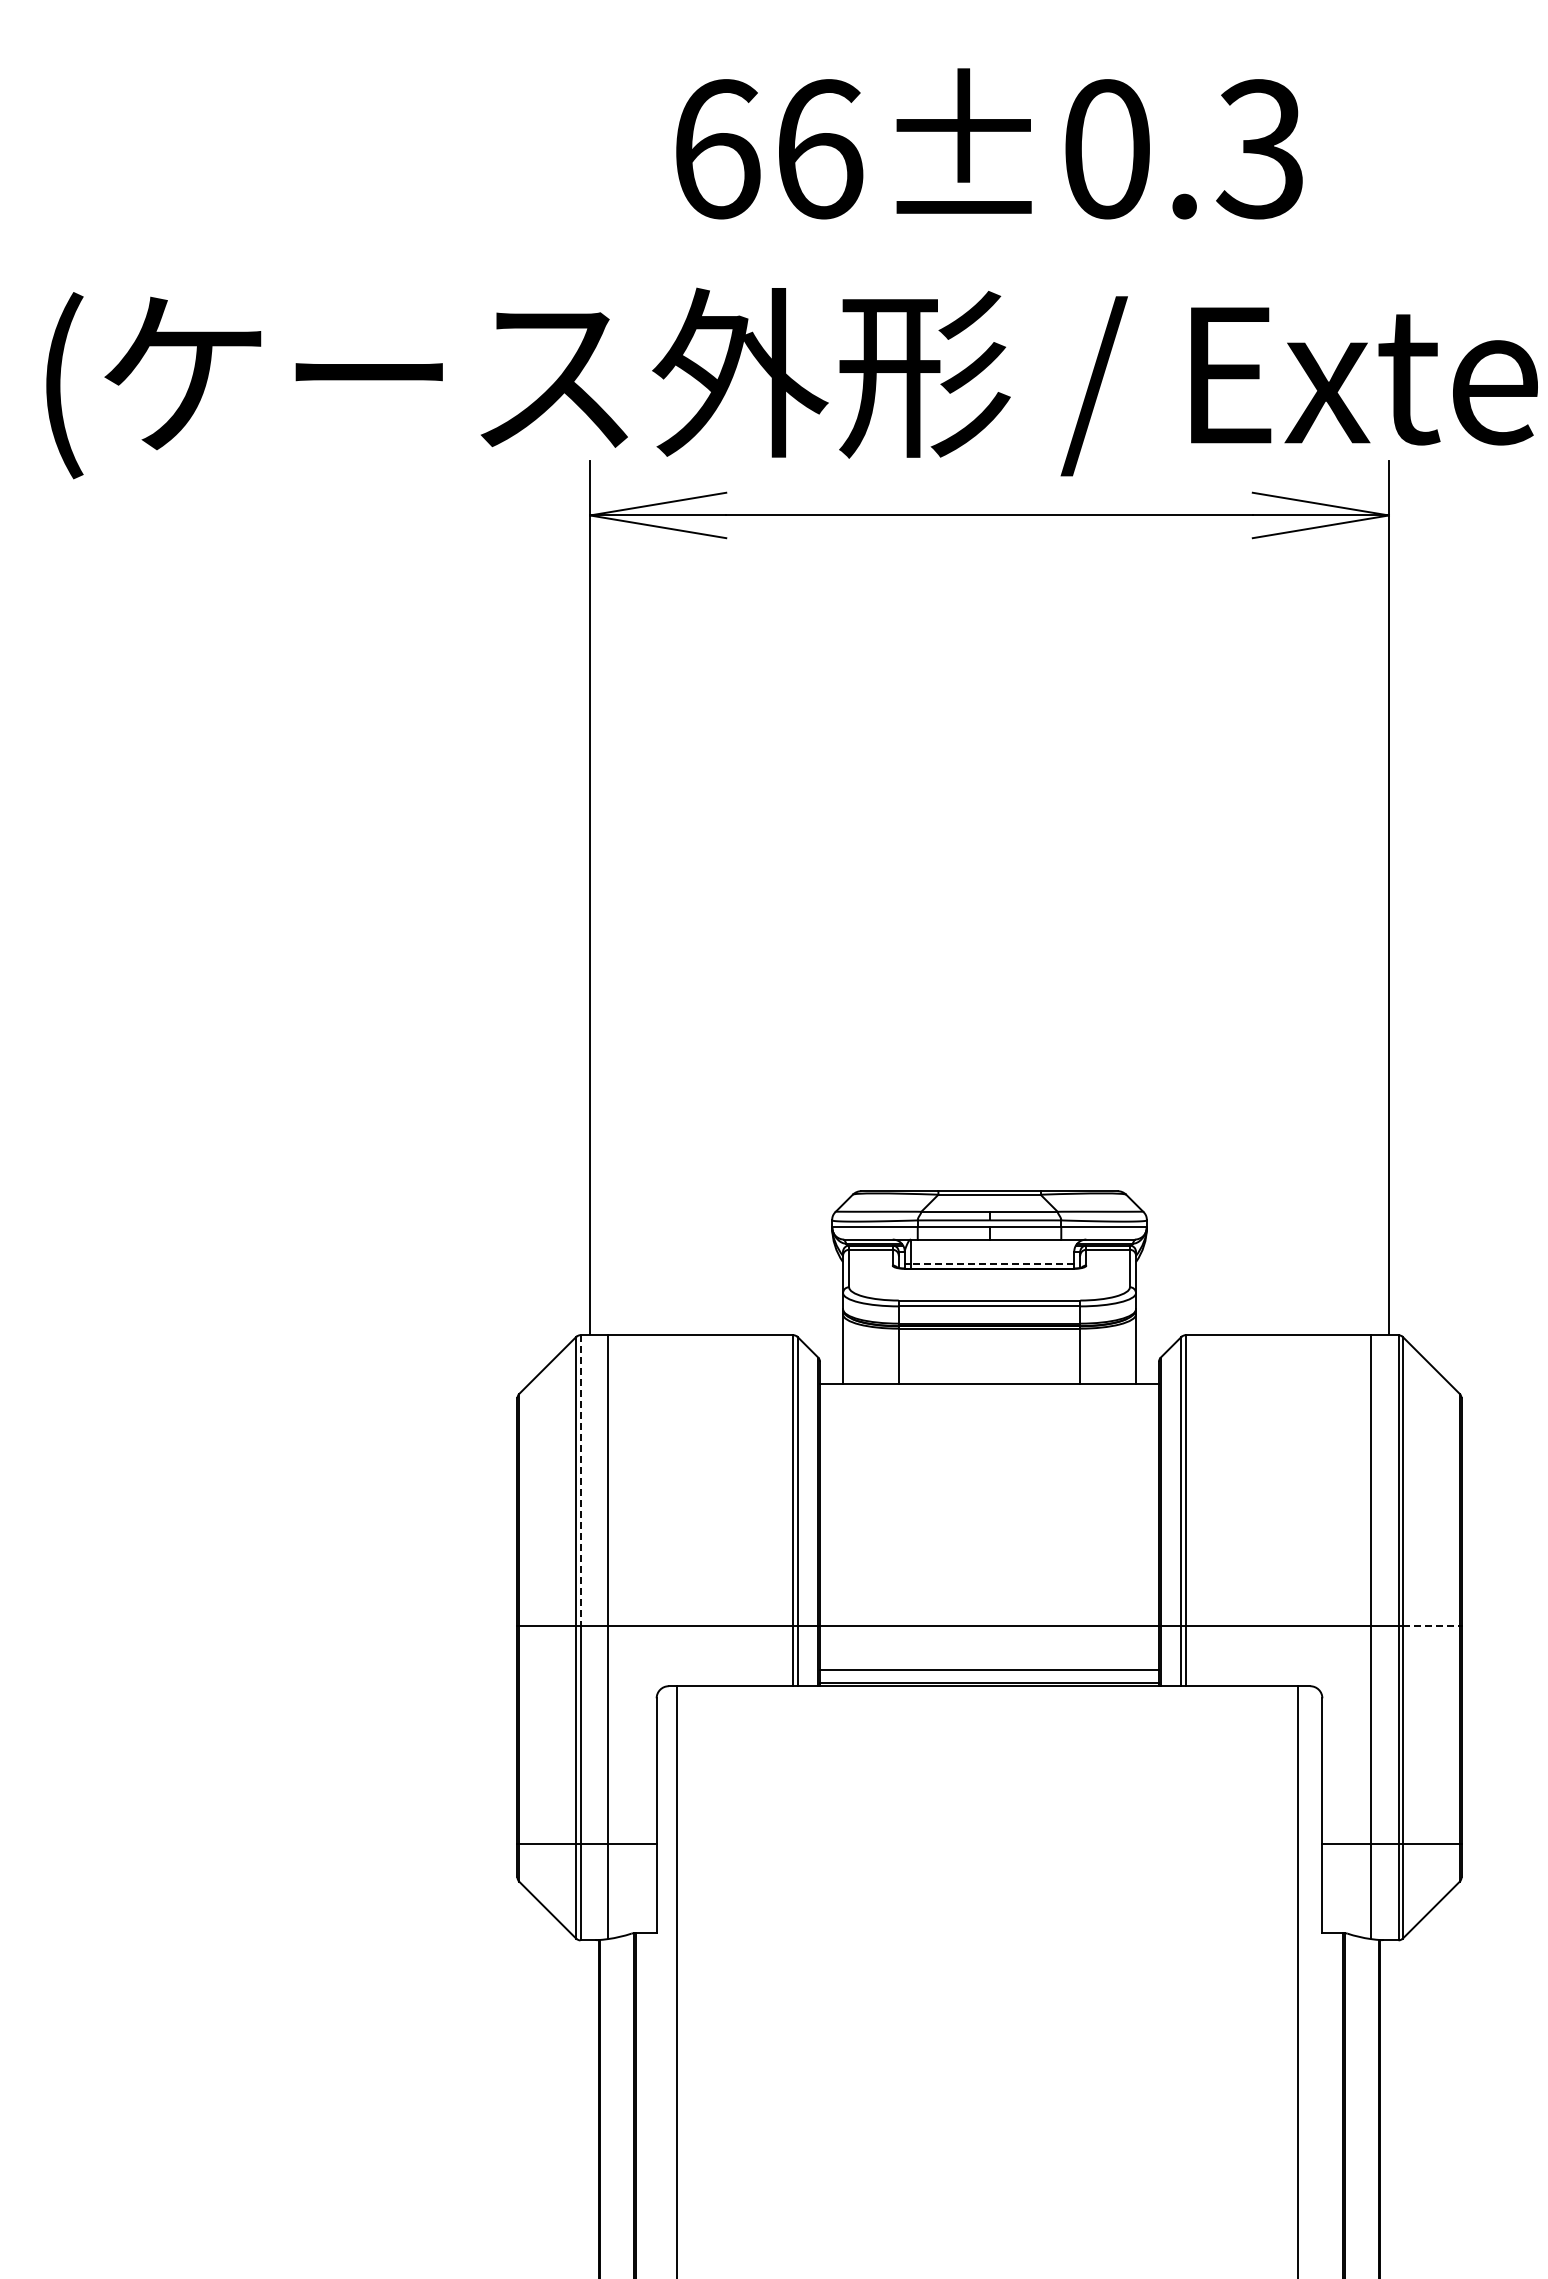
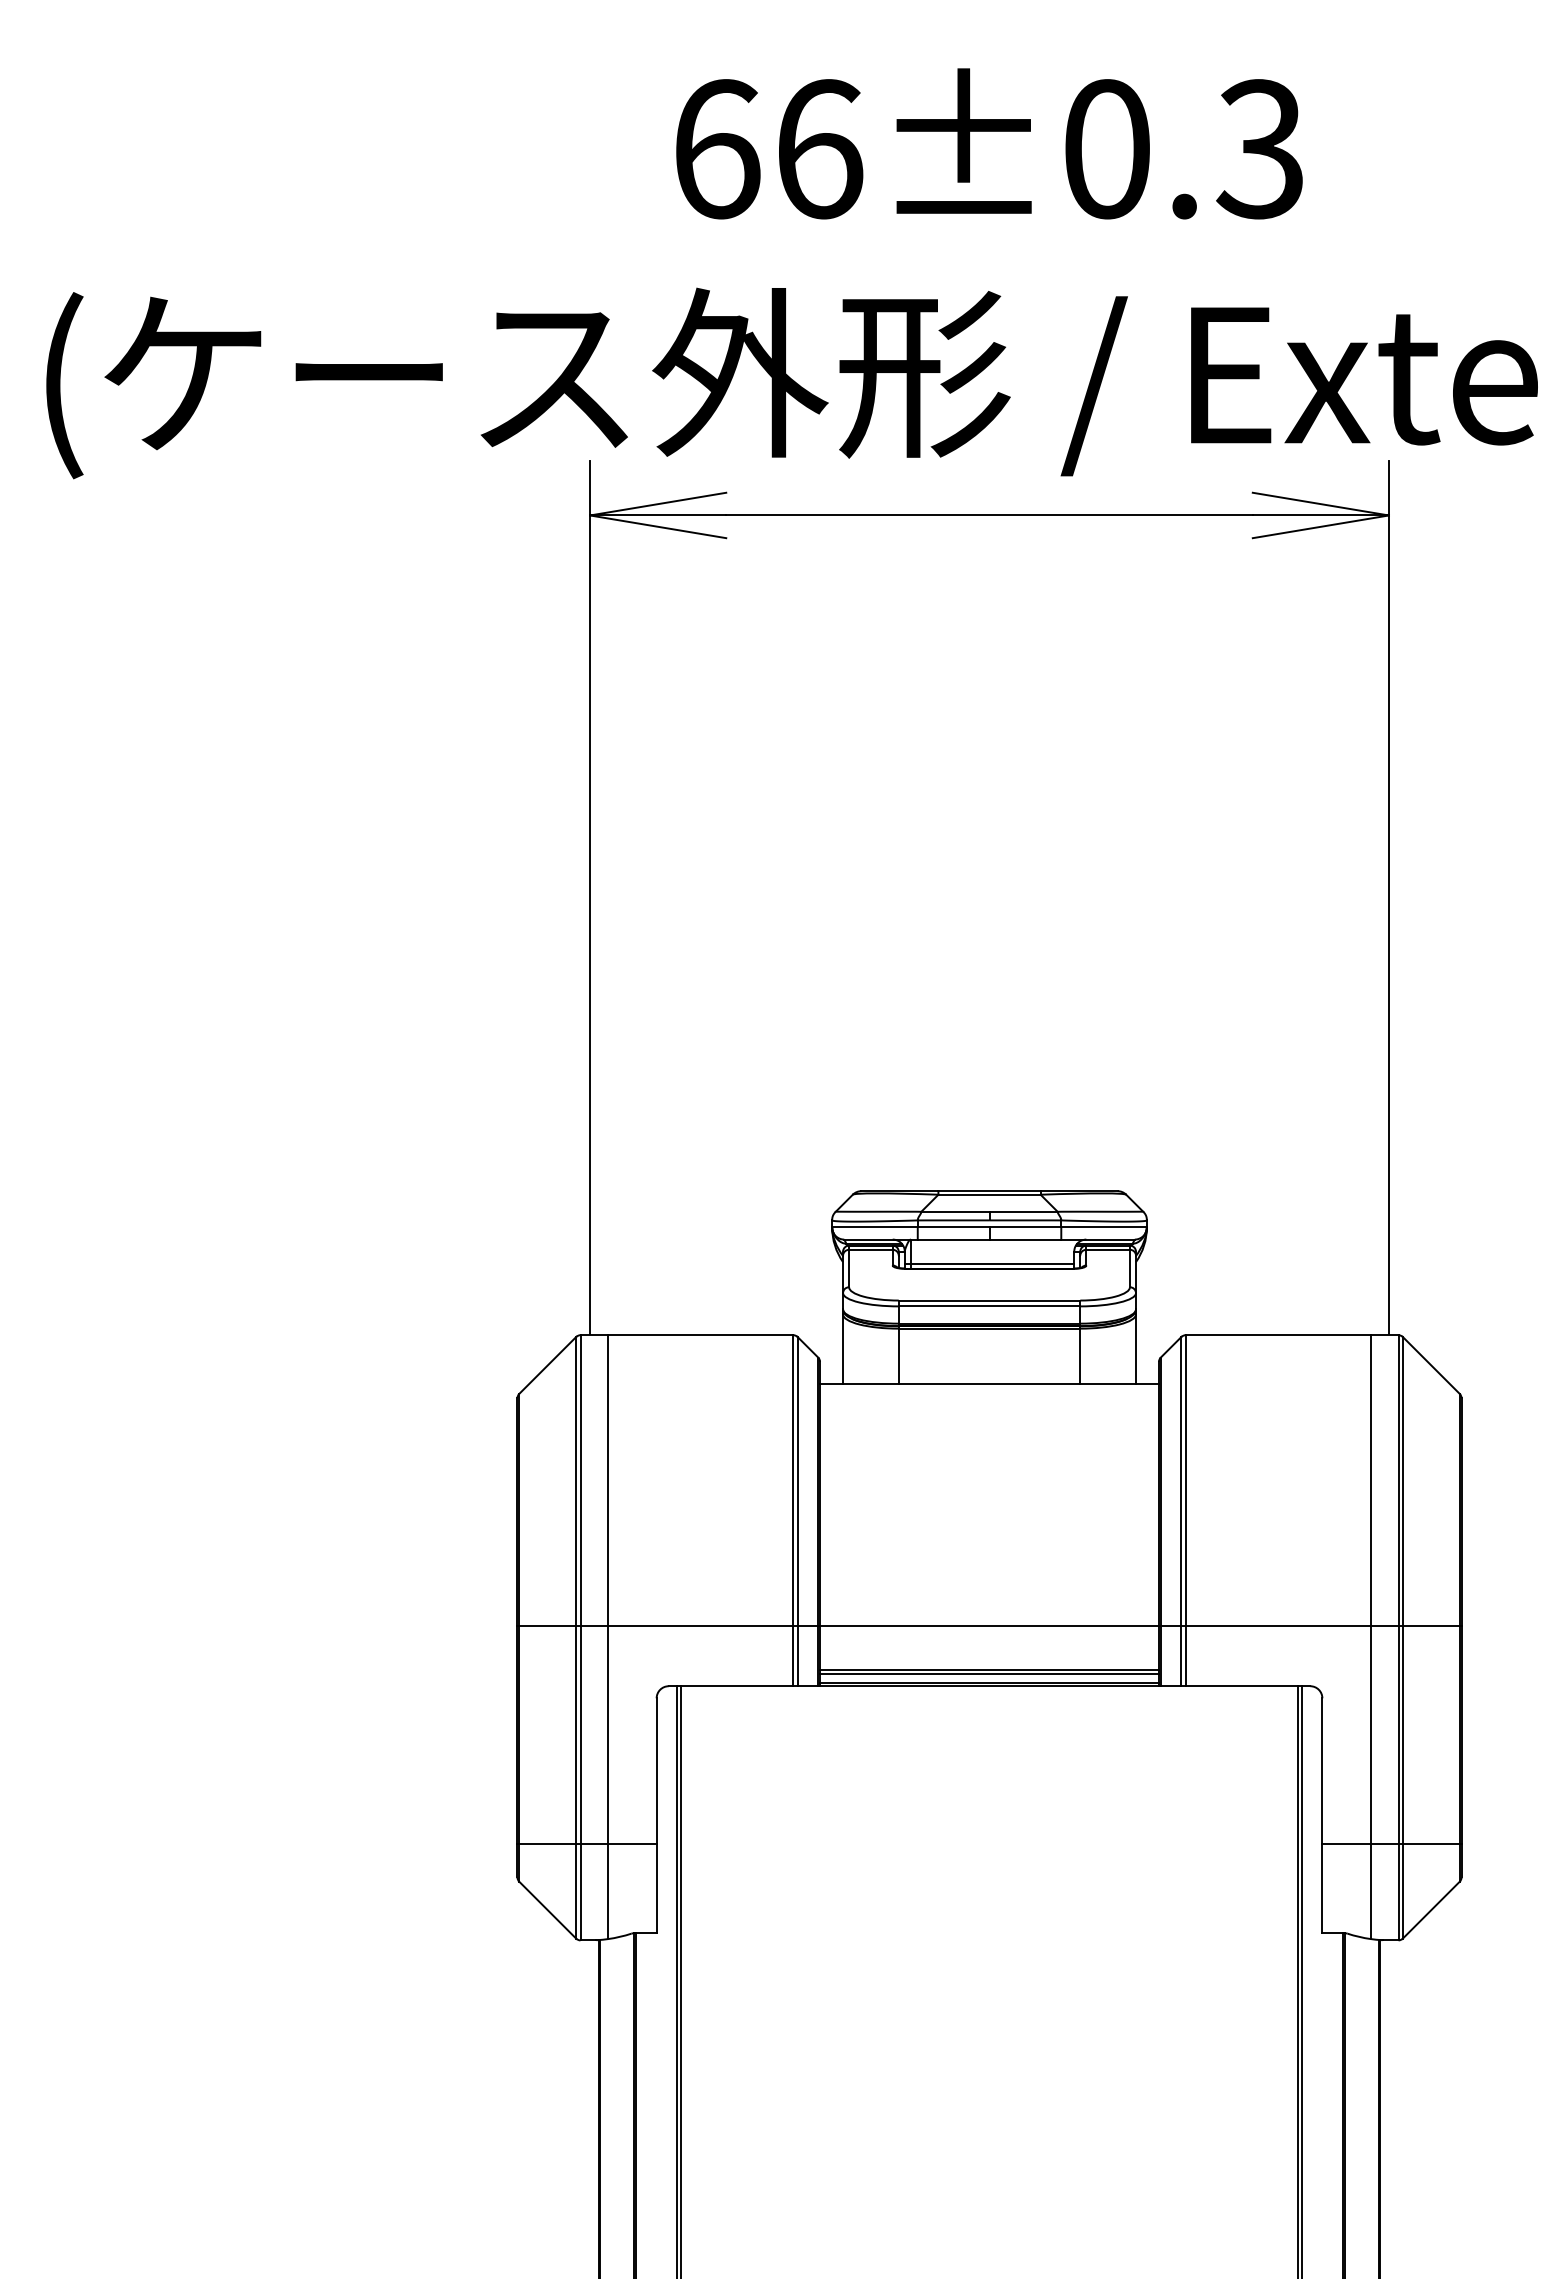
line at (992, 1263): dashed -> solid
line at (580, 1480): dashed -> solid
line at (1431, 1625): dashed -> solid
line at (989, 1674): none -> present
line at (680, 1980): none -> present
line at (1301, 1980): none -> present
